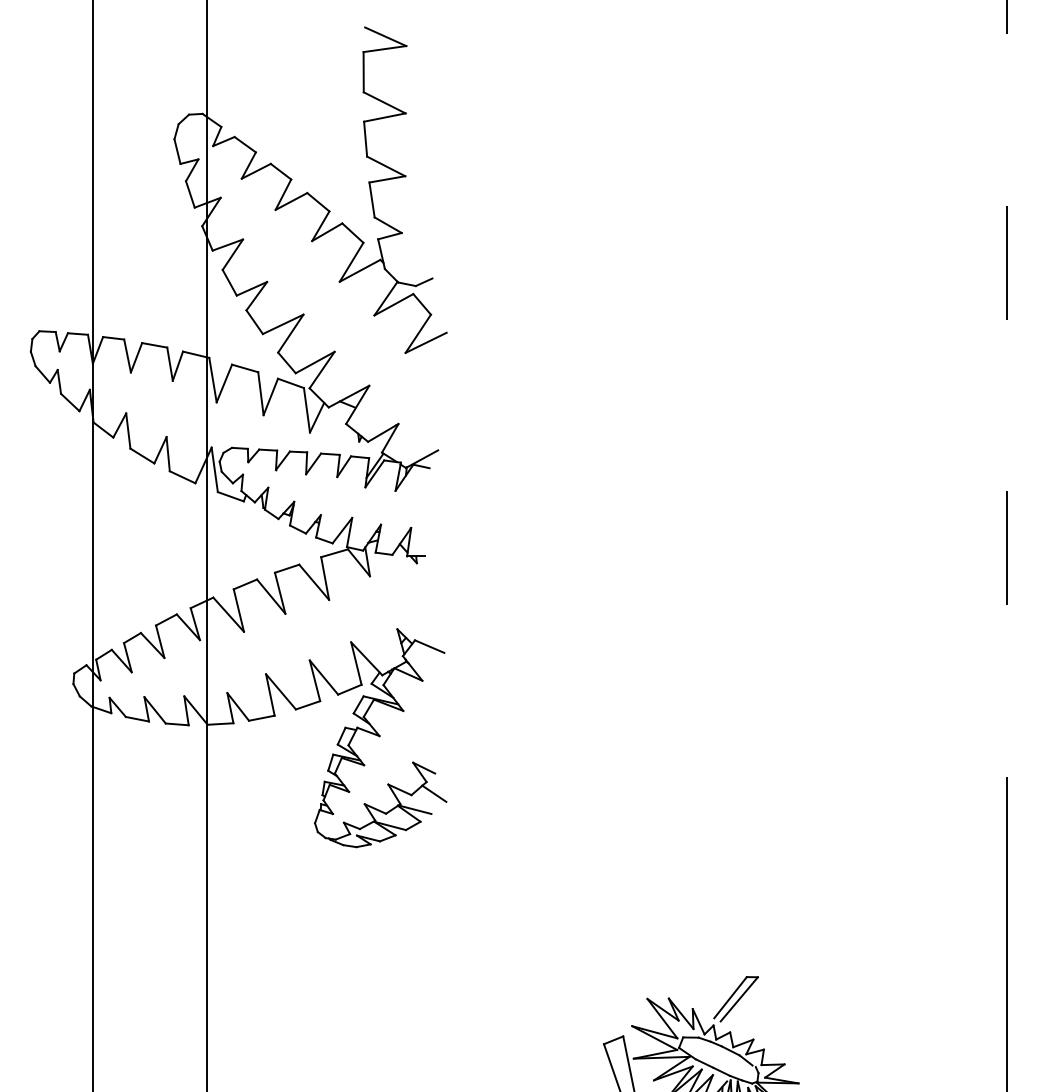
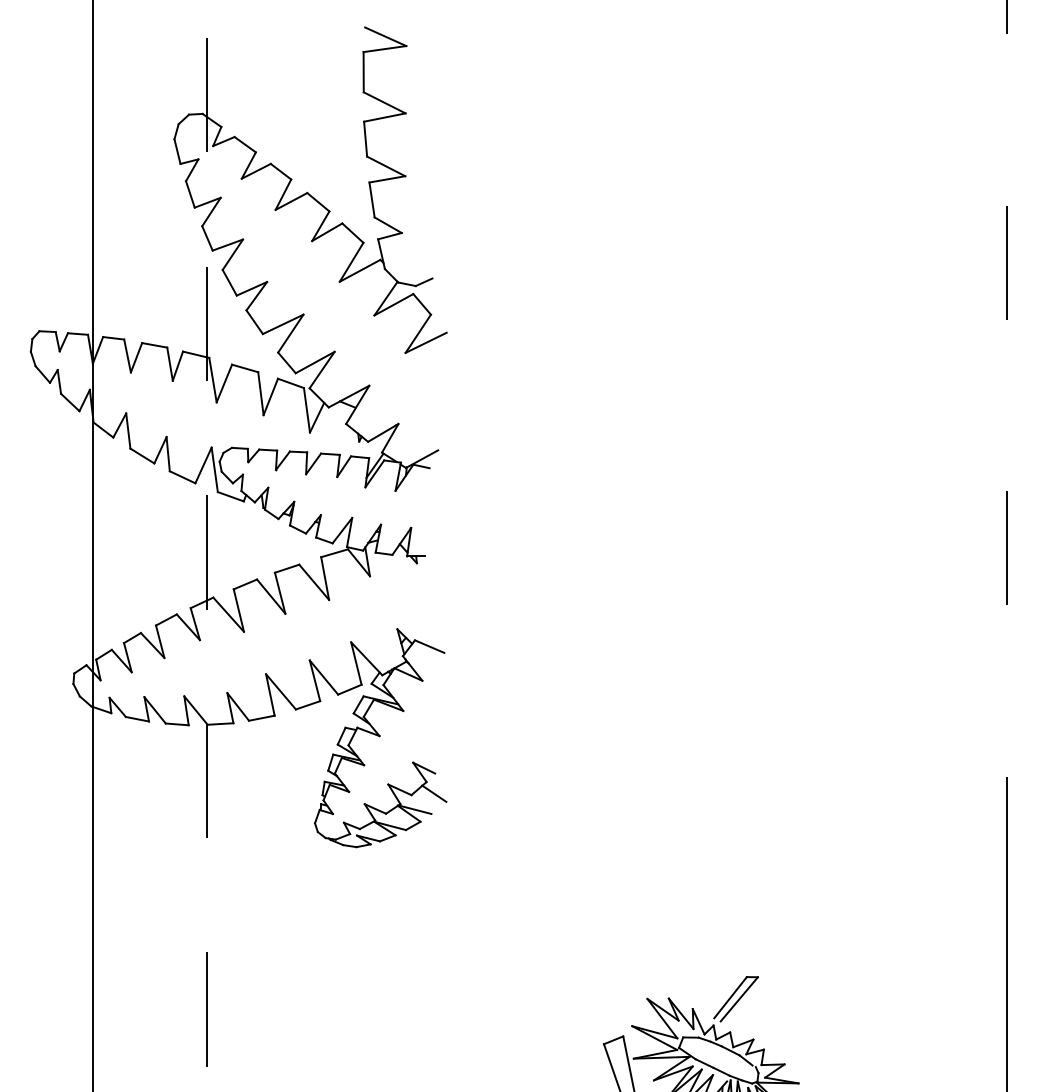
line at (207, 547): solid -> dashed
